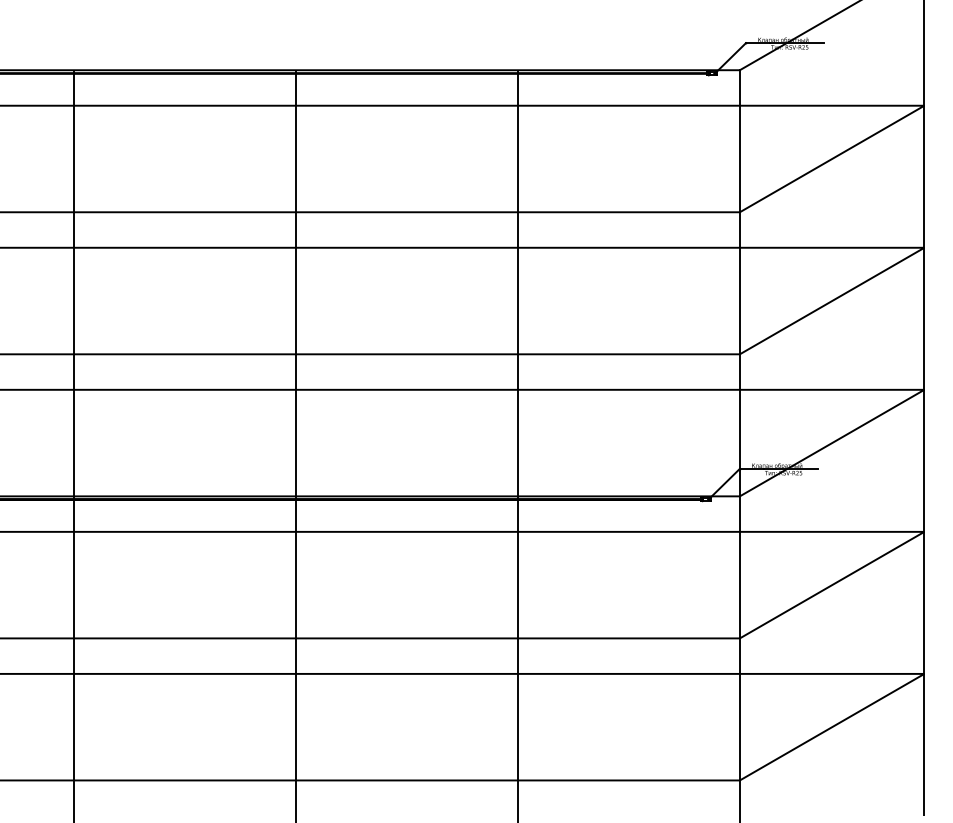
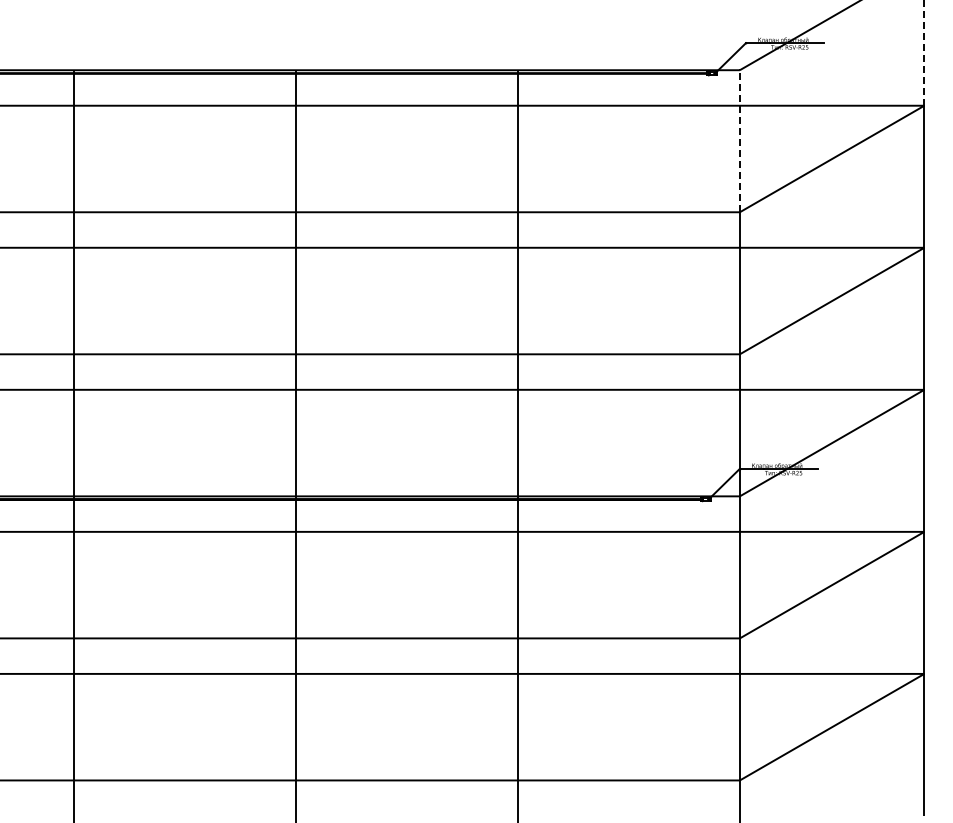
line at (924, 53): solid -> dashed
line at (739, 140): solid -> dashed
